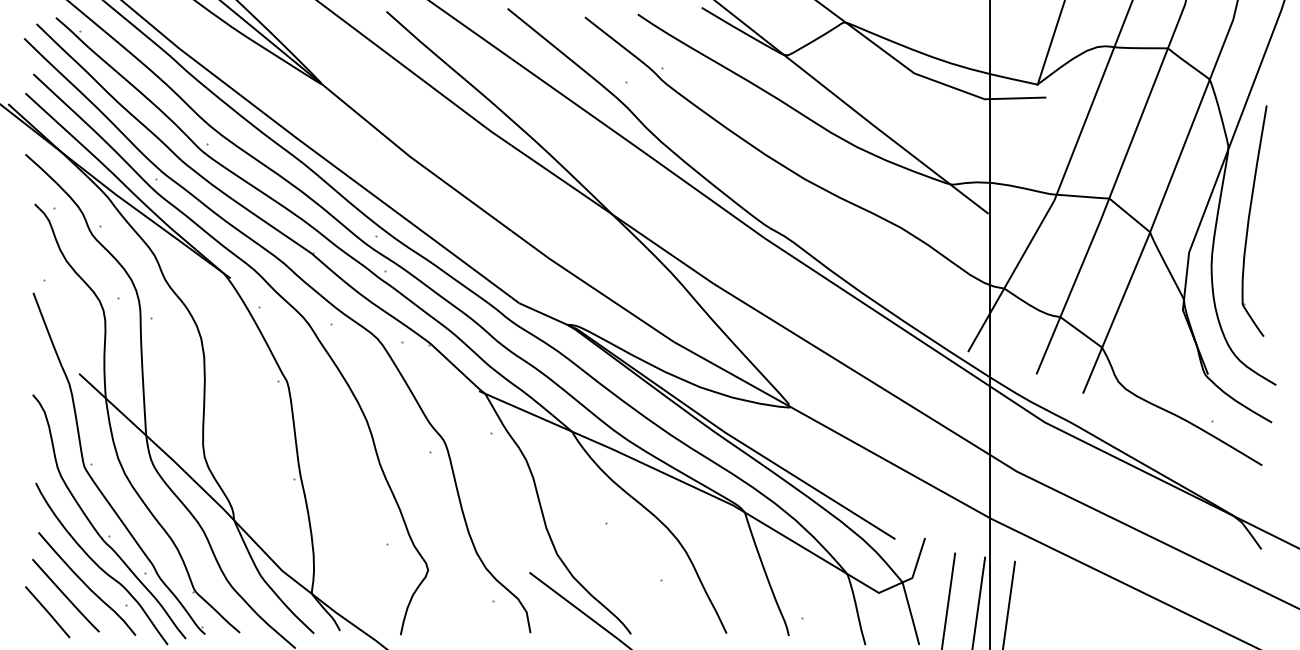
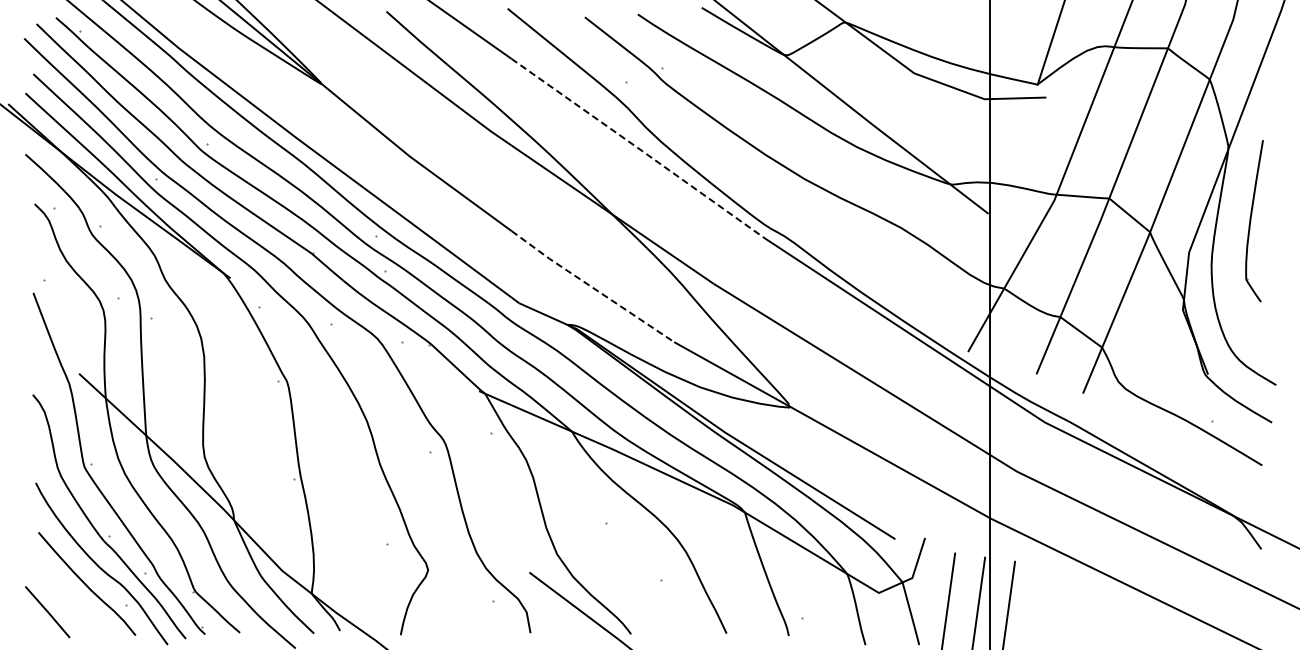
line at (639, 148): solid -> dashed
part at (1254, 220) size: 27x232 px -> 19x163 px
line at (591, 287): solid -> dashed
line at (65, 595): present -> none
